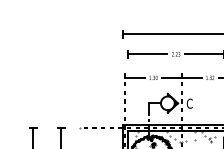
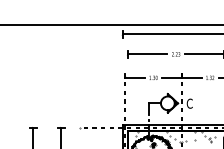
line at (111, 25): none -> present
